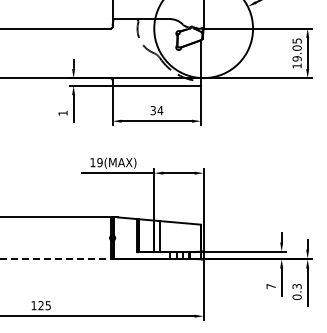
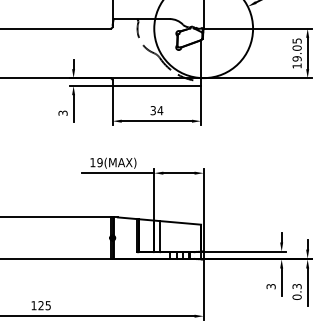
text at (62, 112): 1 -> 3
line at (56, 258): dashed -> solid
text at (270, 286): 7 -> 3
